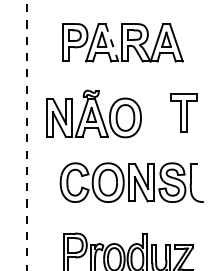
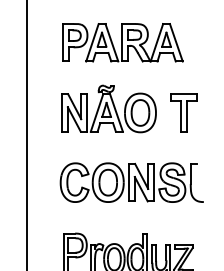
line at (111, 42): dashed -> solid
part at (93, 113) position: (93, 113) -> (108, 108)
line at (27, 135): dashed -> solid
